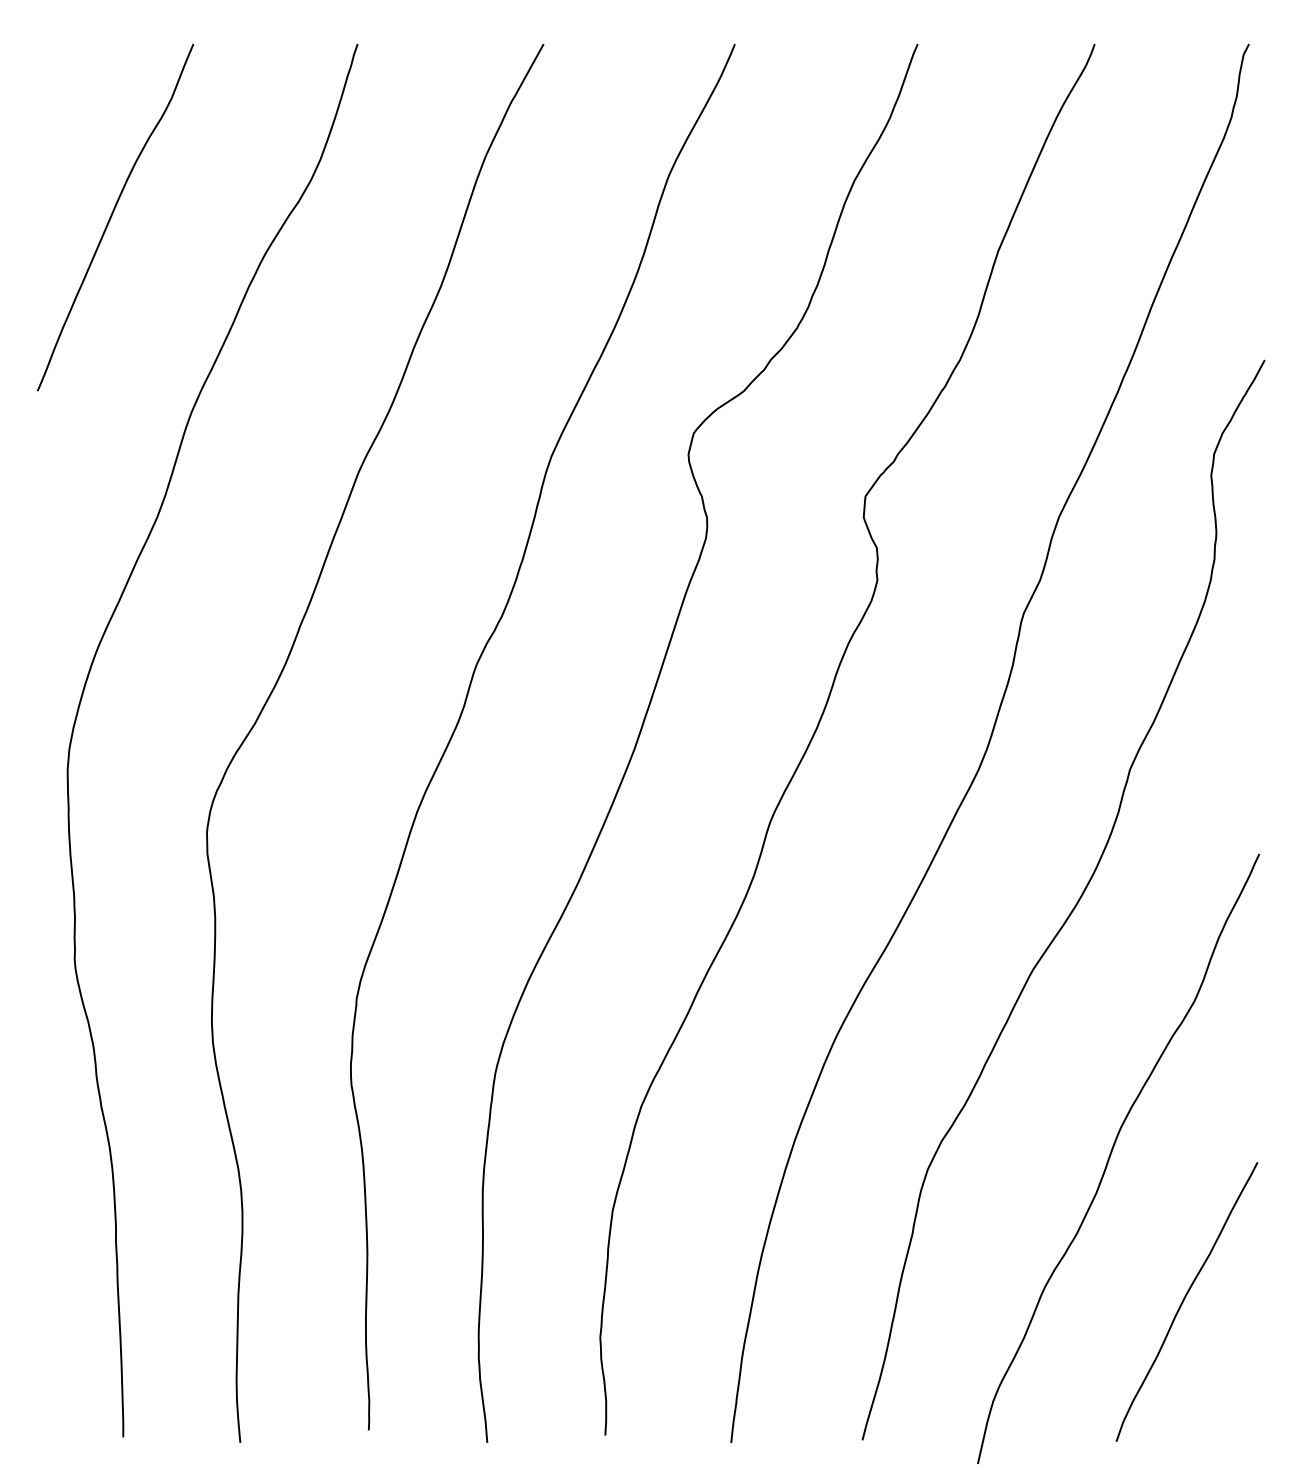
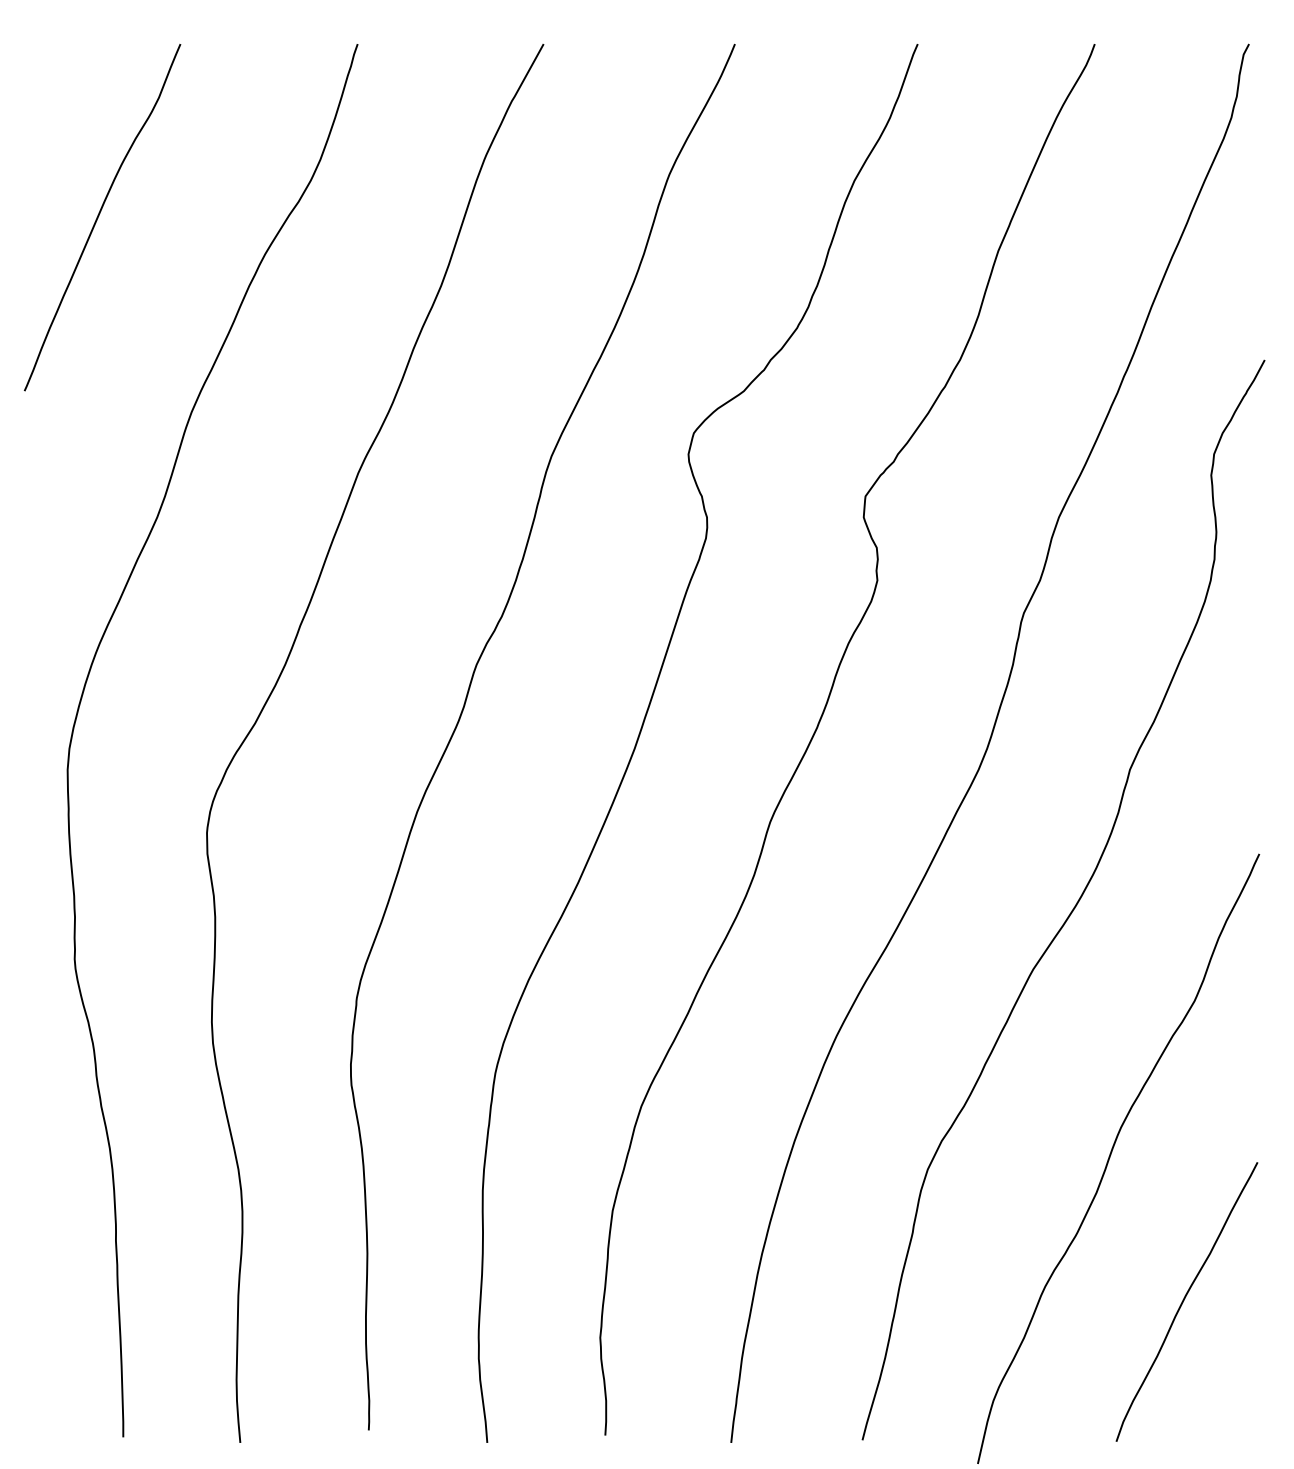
curve at (112, 216) position: (112, 216) -> (99, 216)
